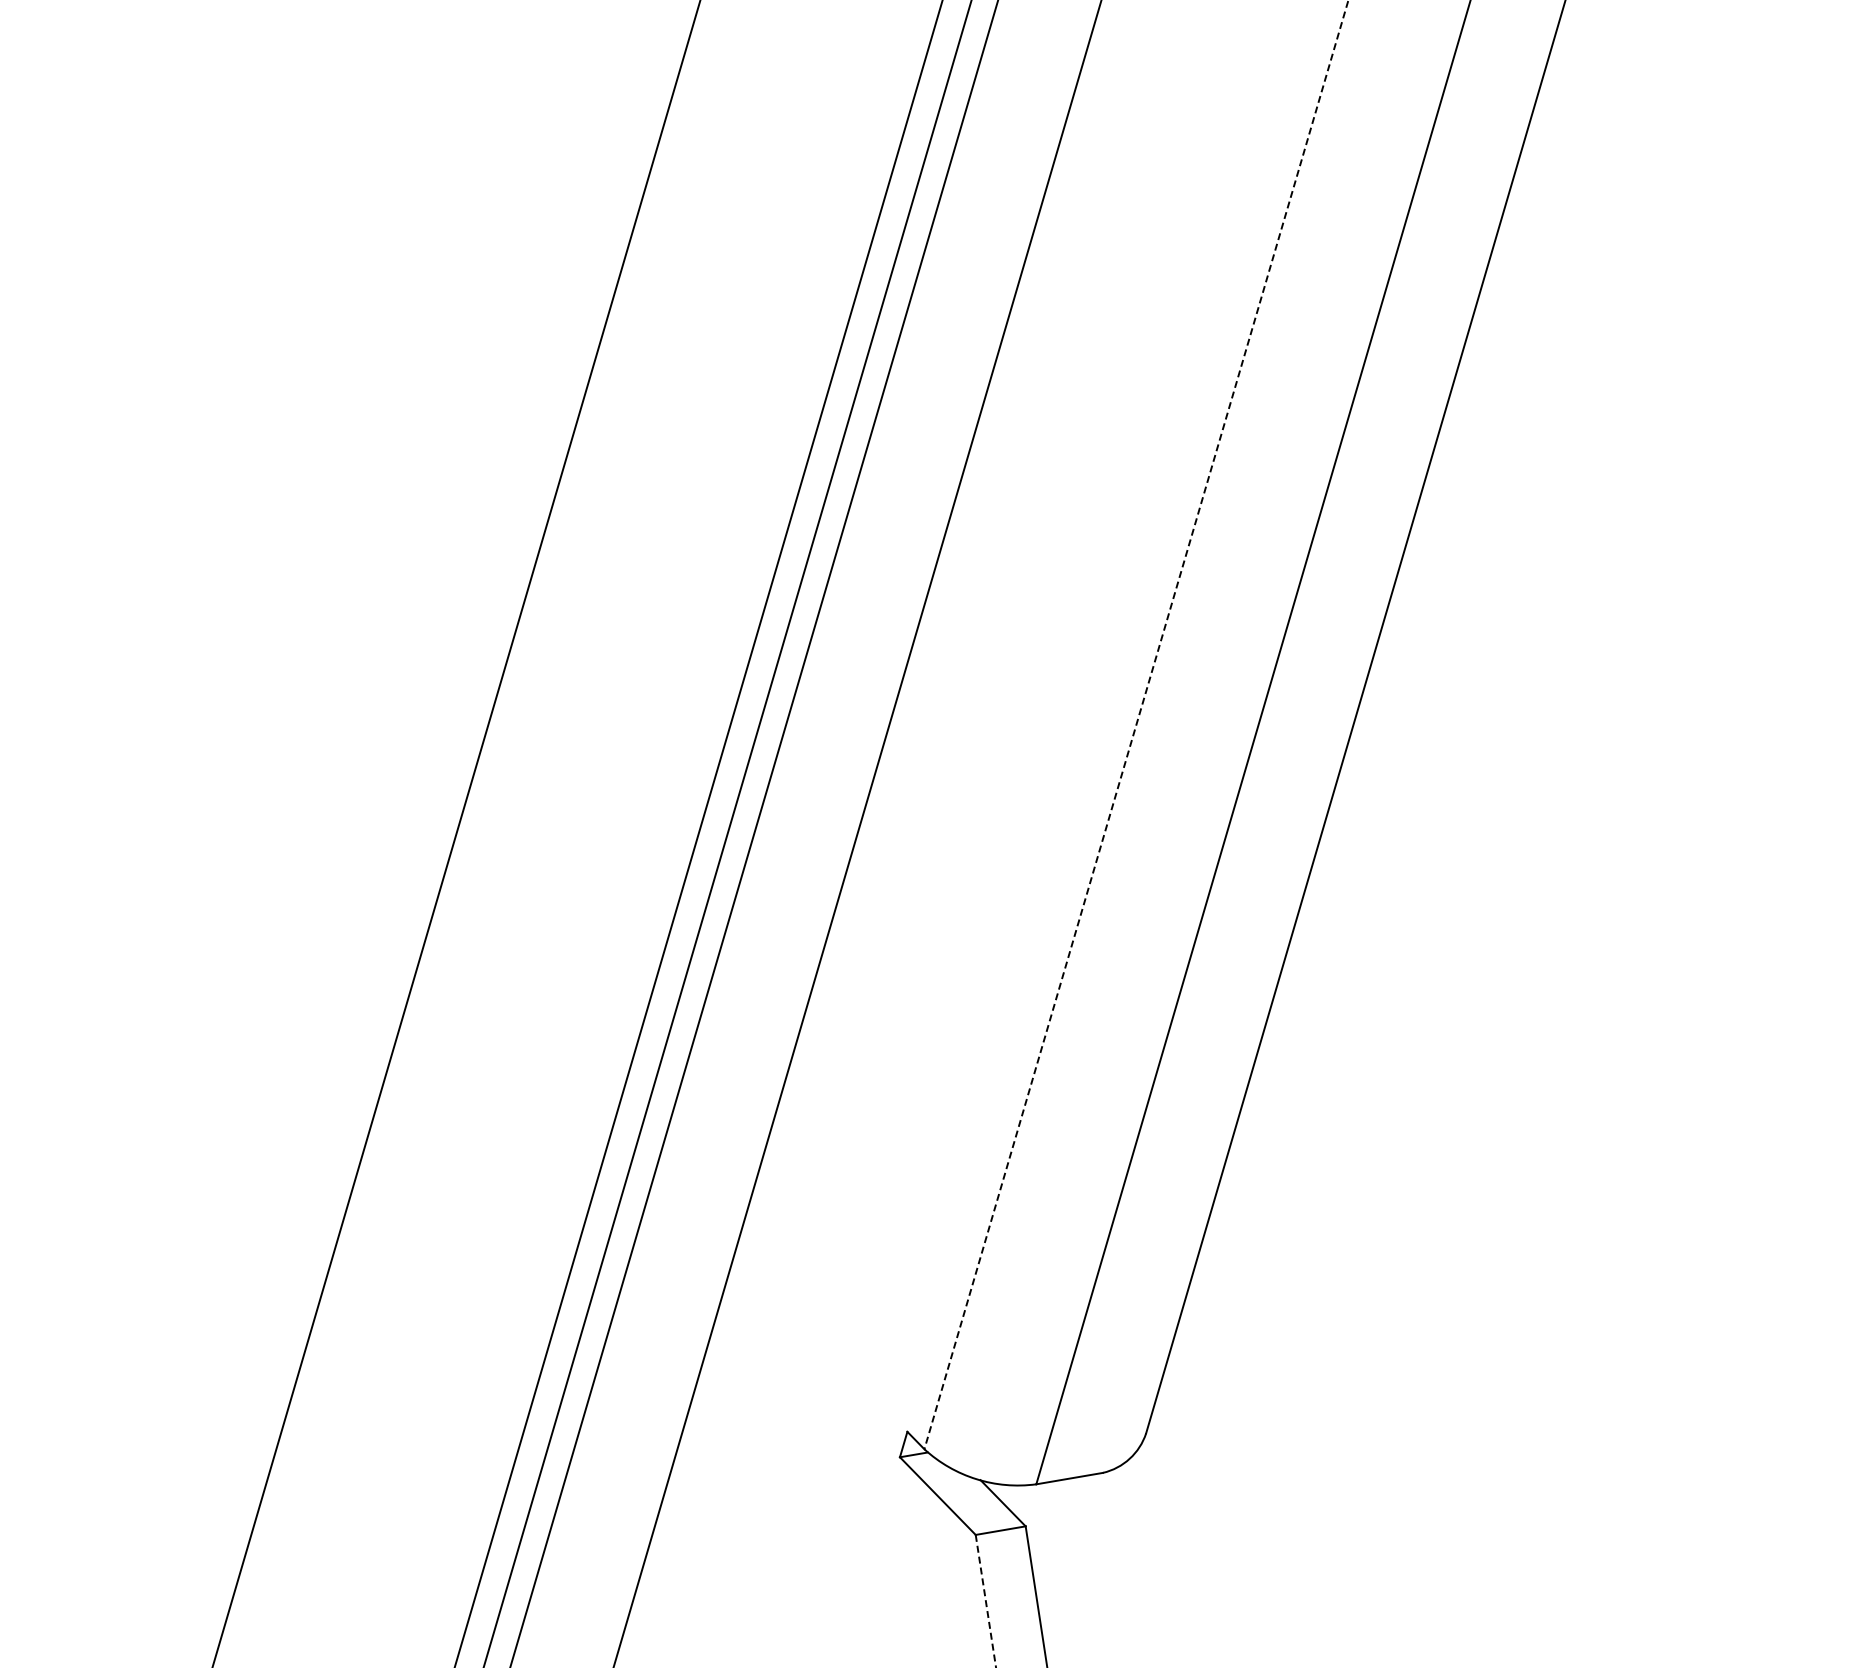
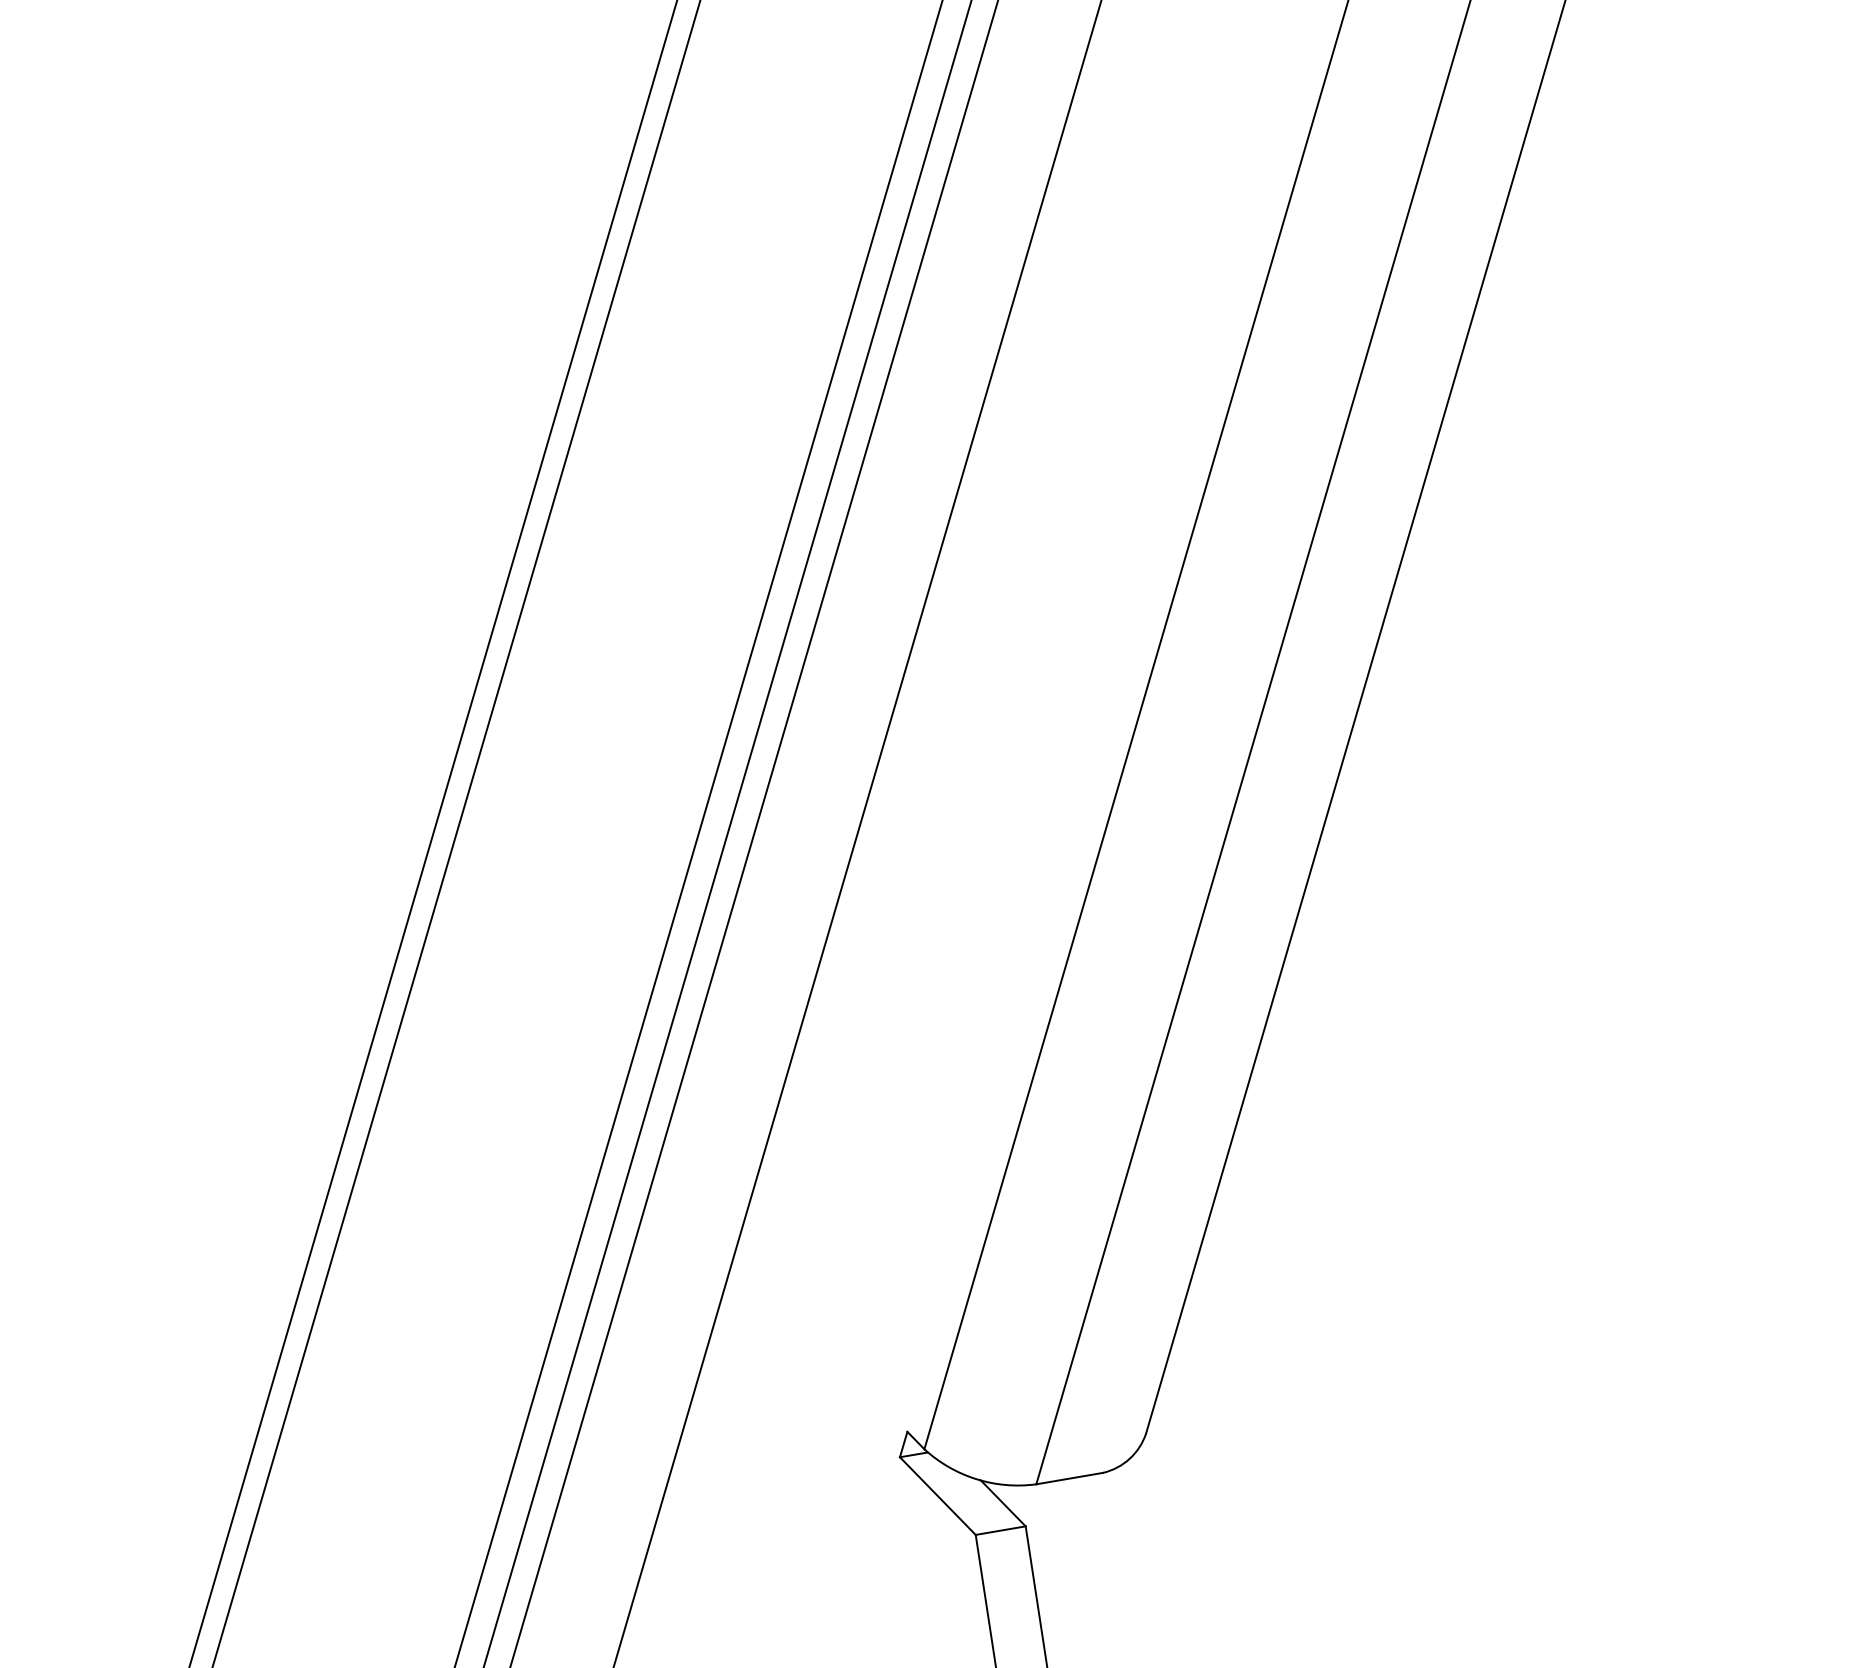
line at (1136, 724): dashed -> solid
line at (433, 833): none -> present
line at (985, 1601): dashed -> solid
